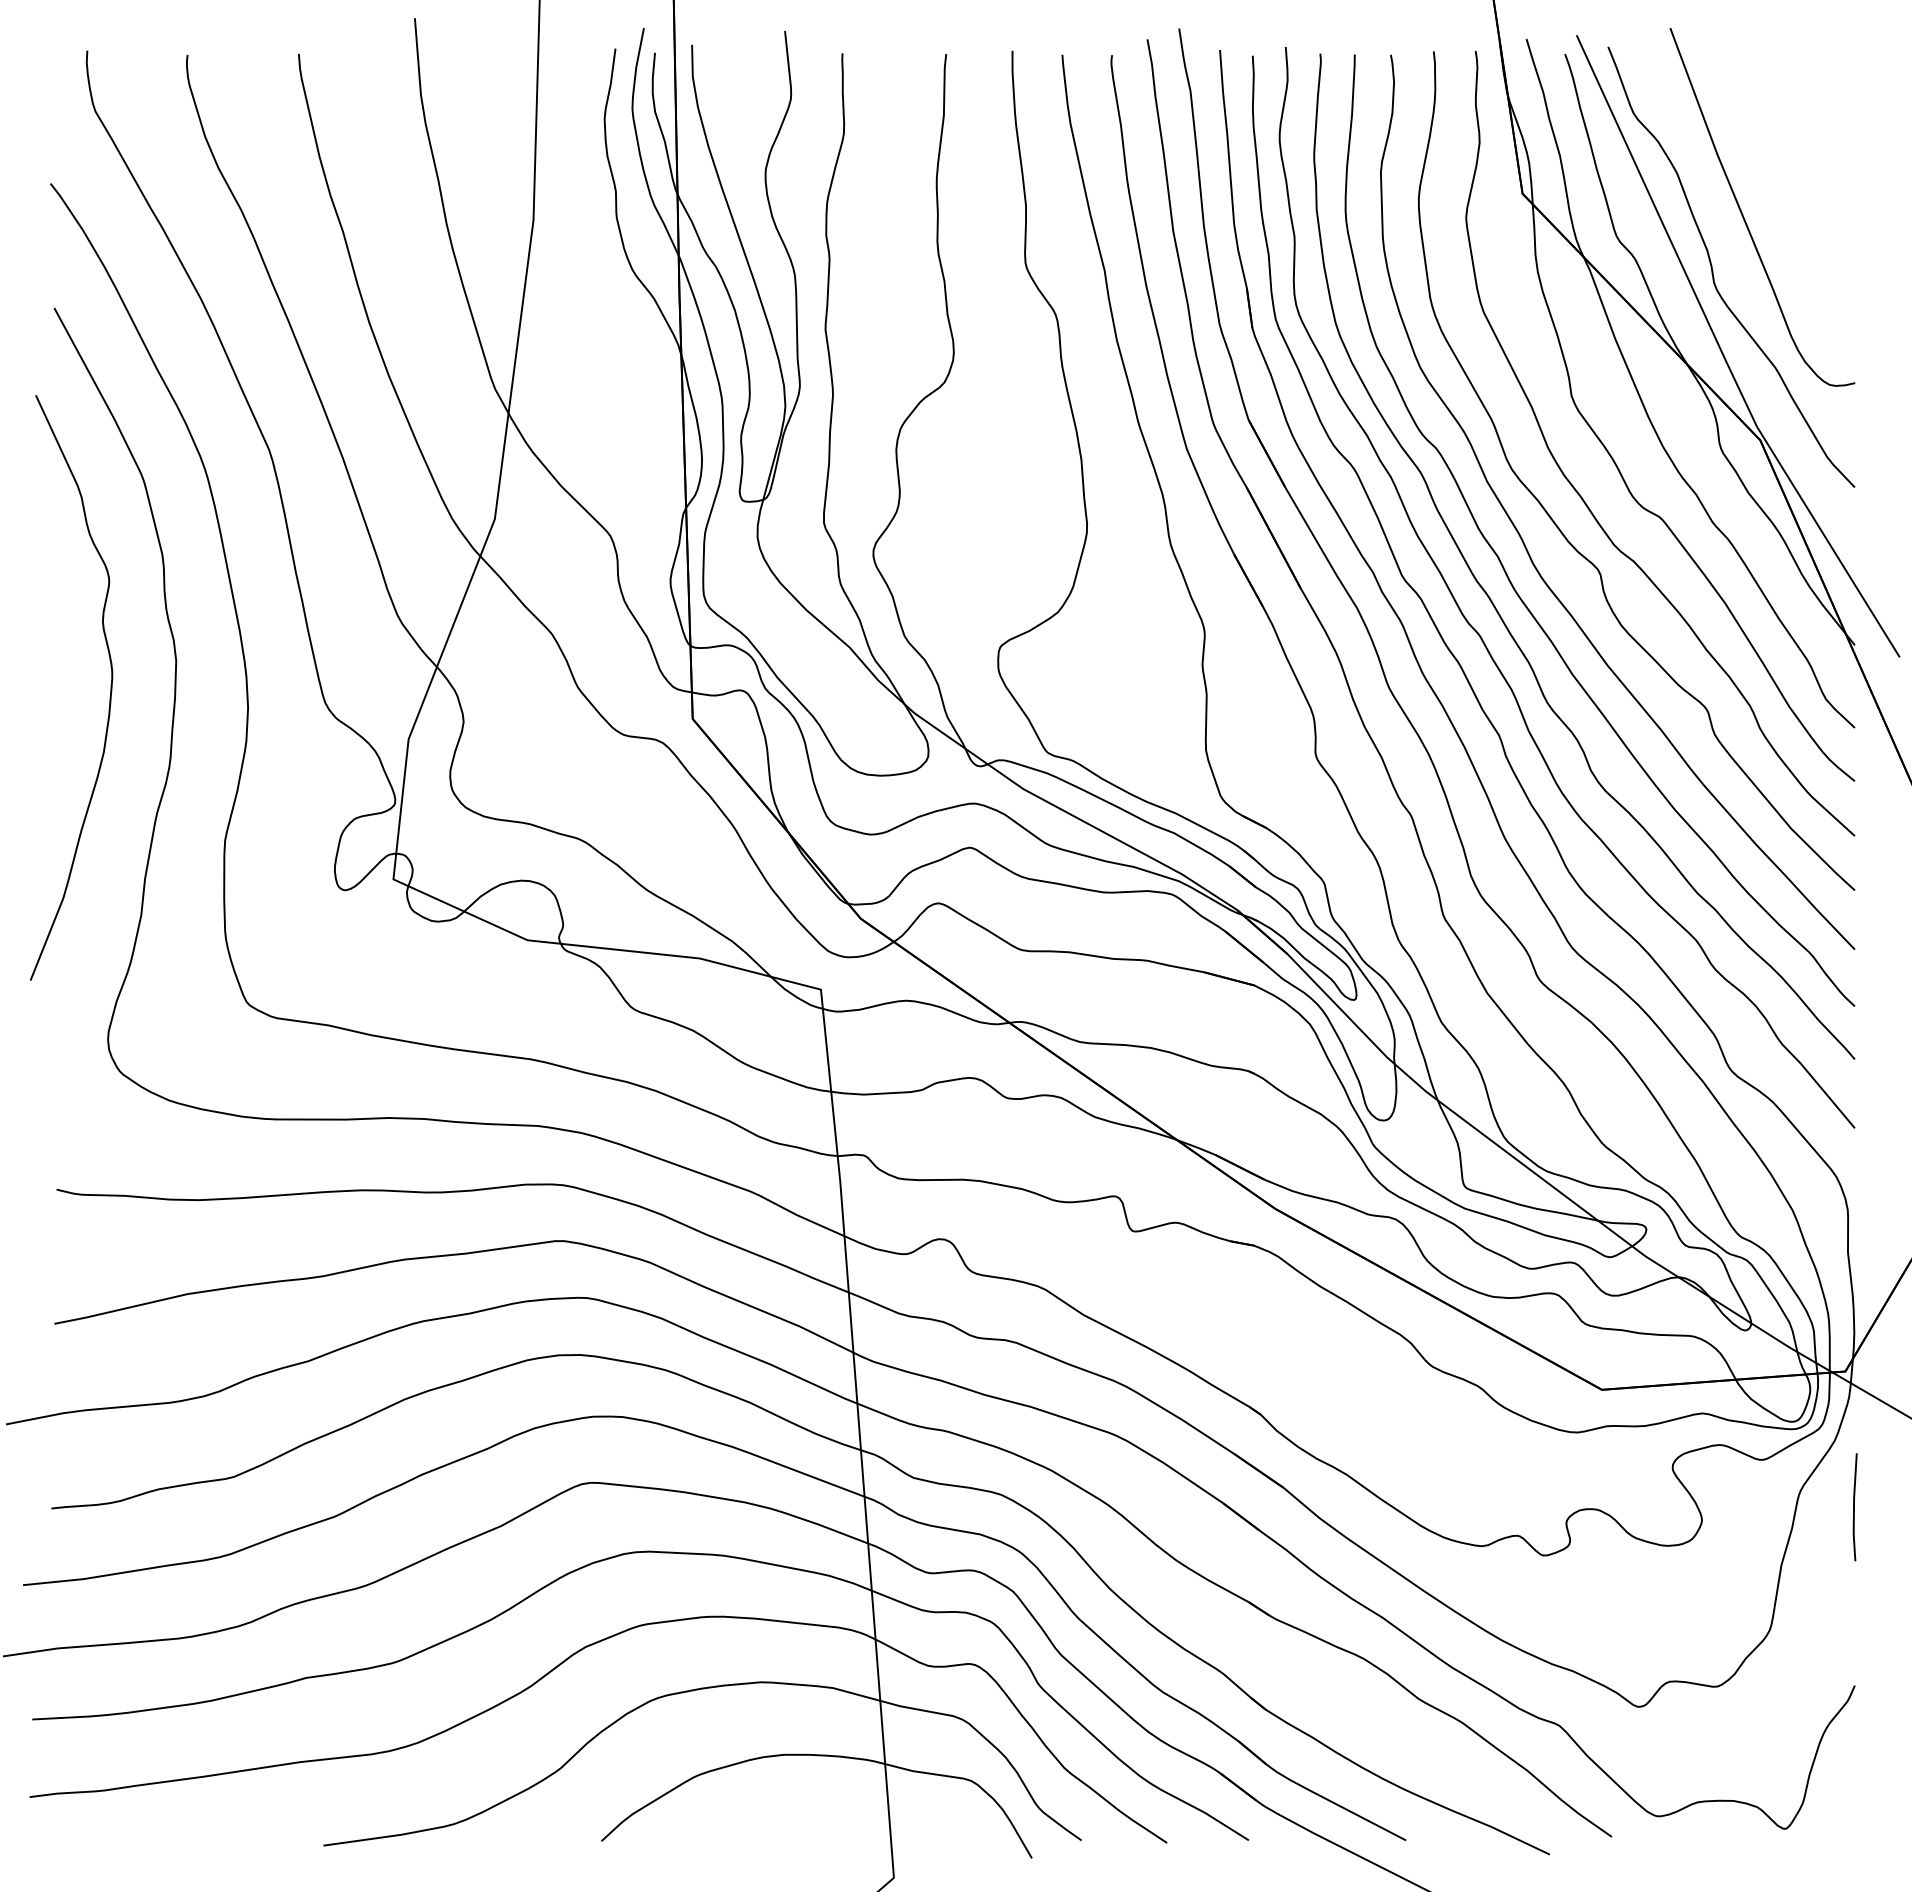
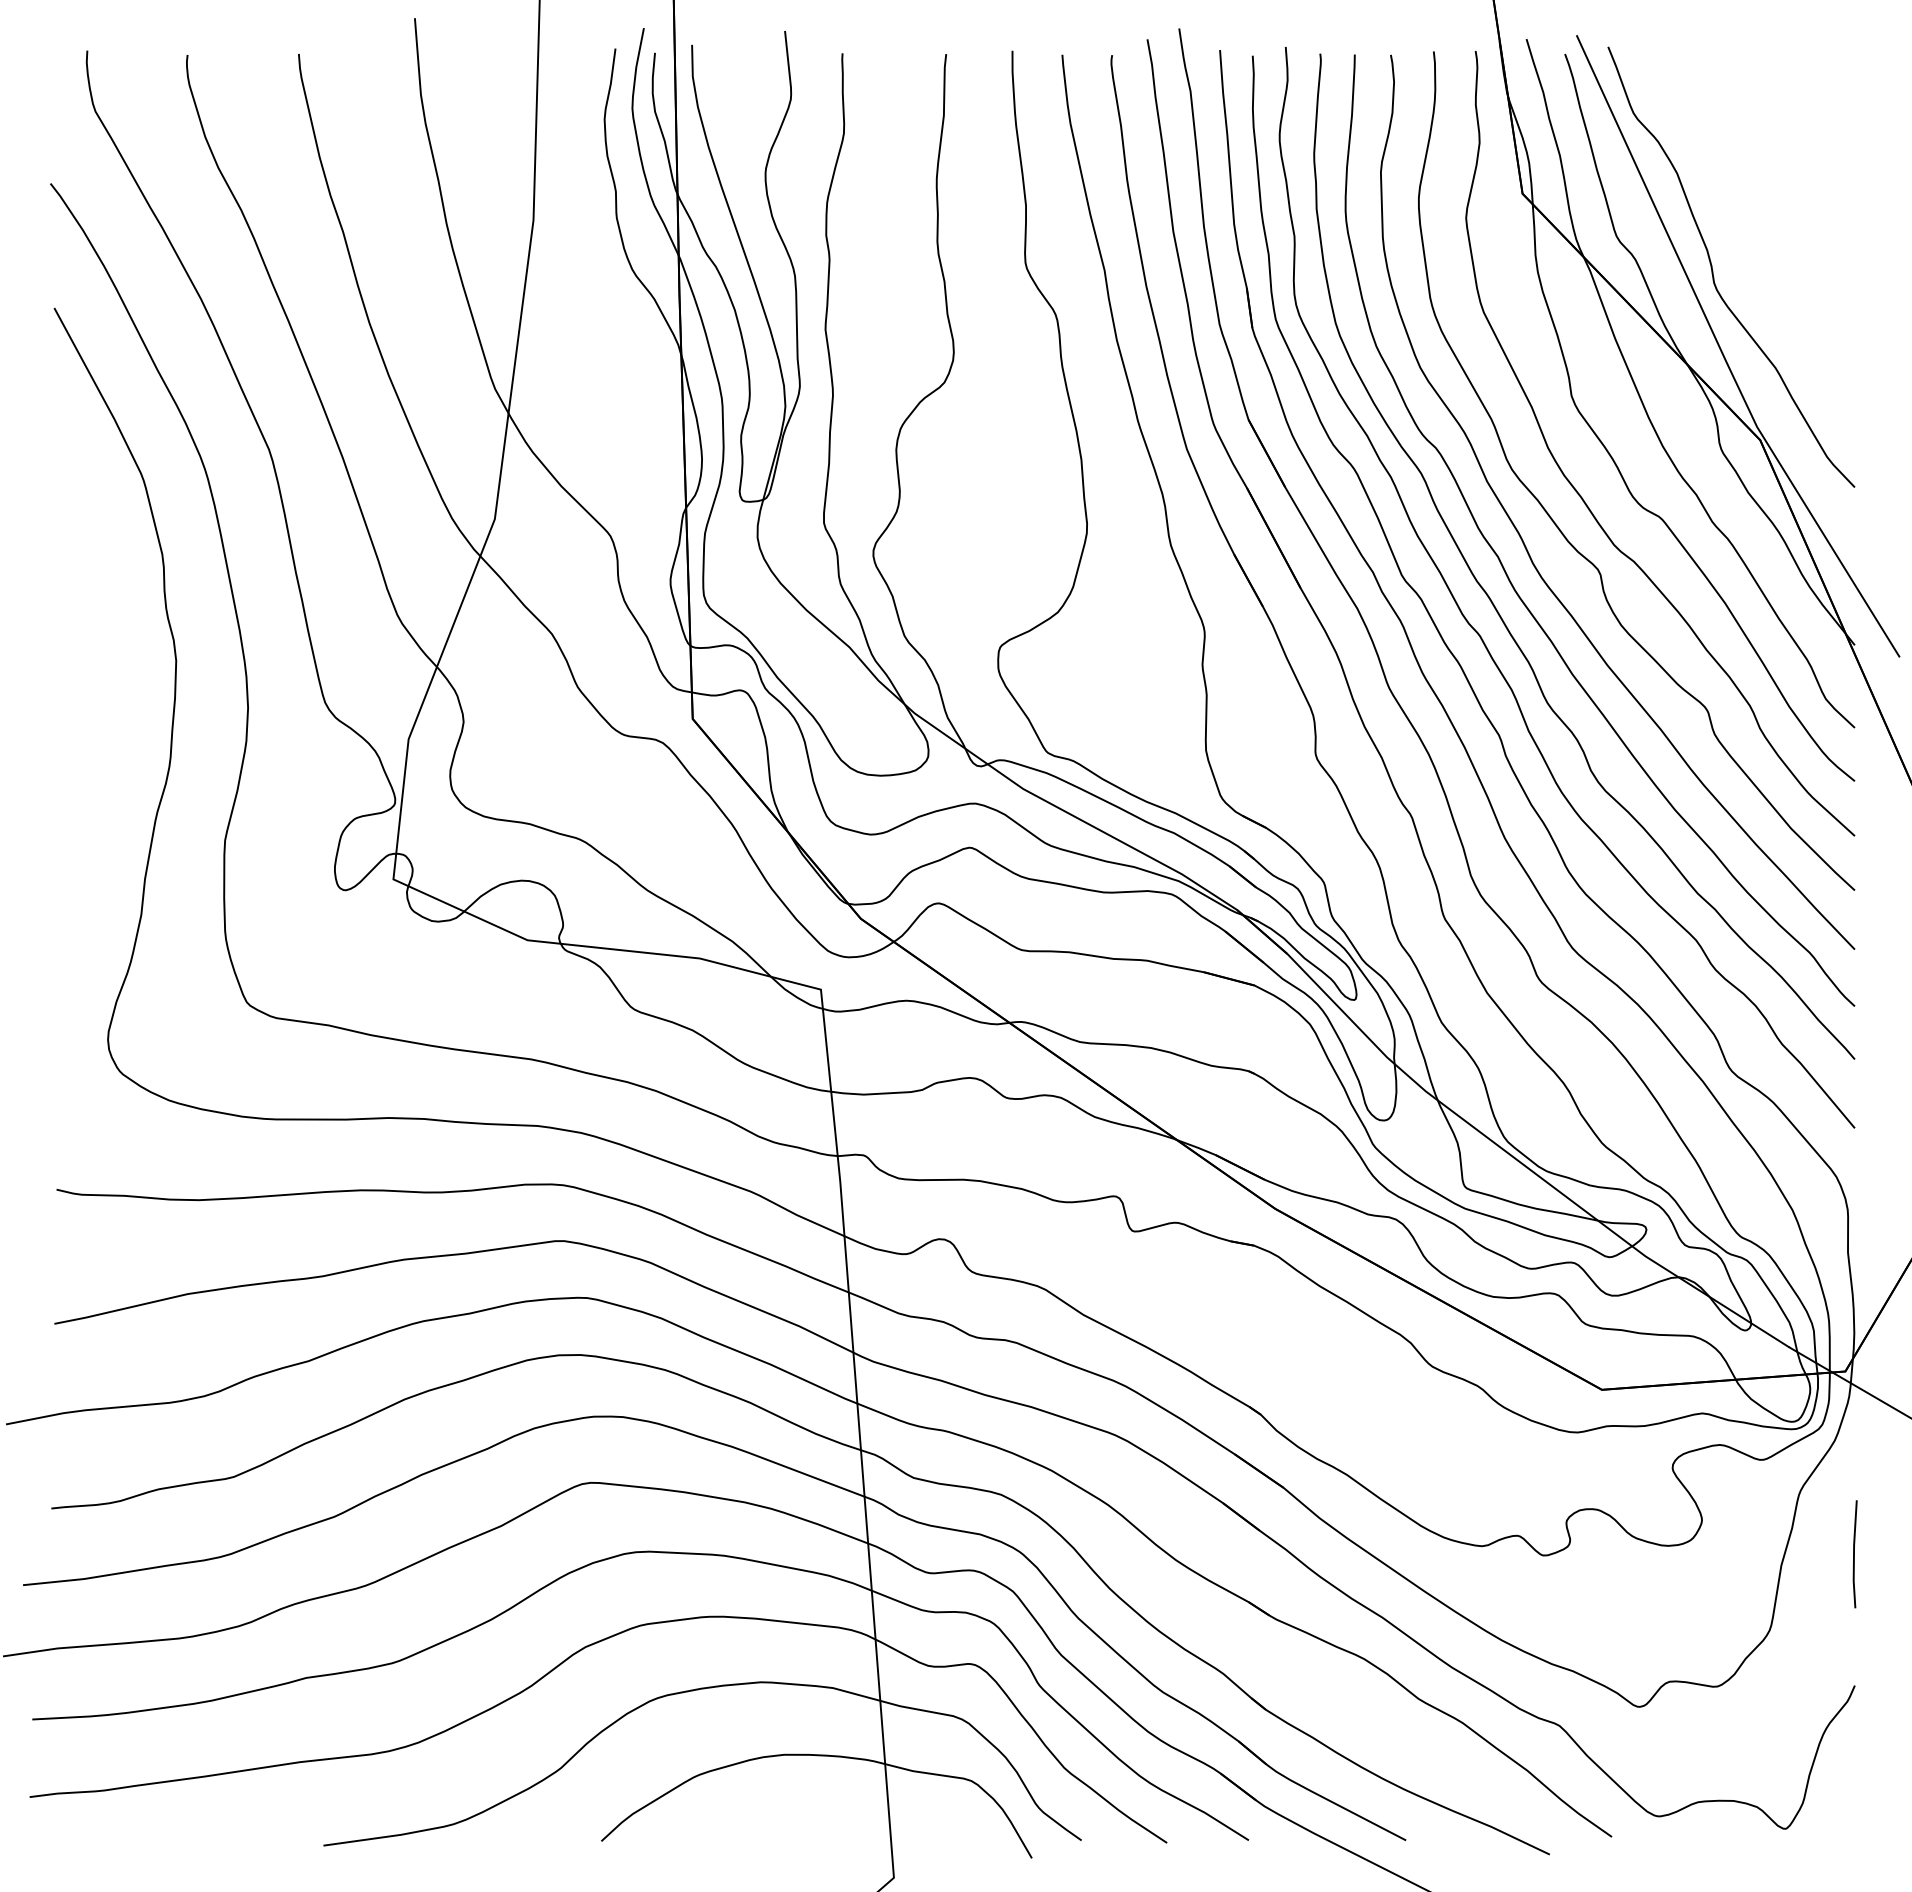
curve at (1743, 214): present -> none
curve at (110, 687): present -> none
line at (1854, 1507) position: (1854, 1507) -> (1854, 1554)
